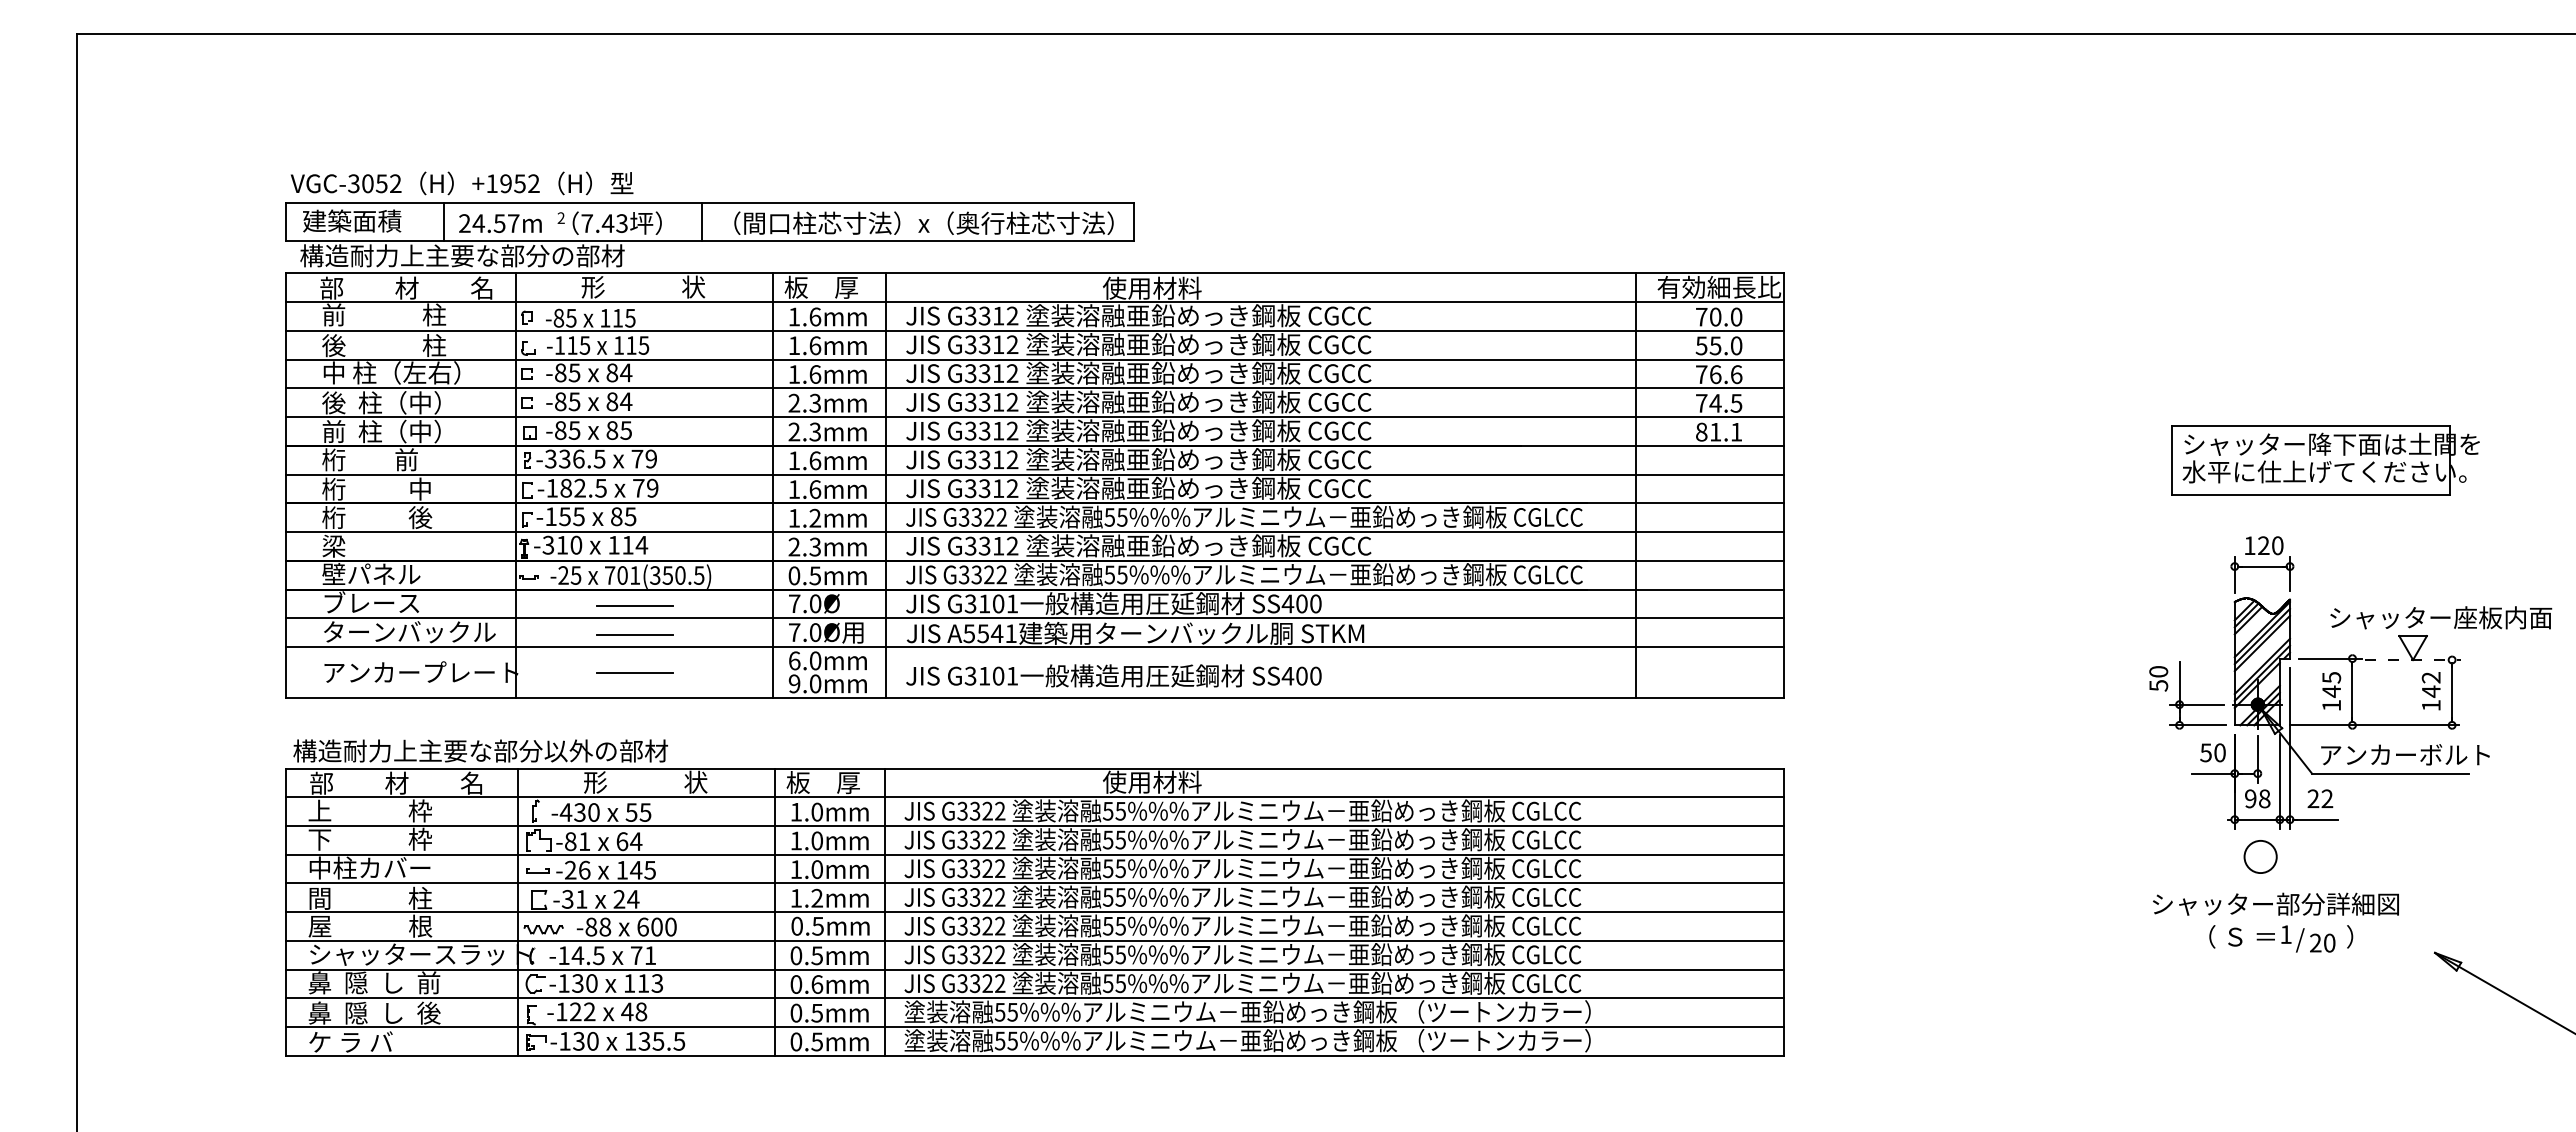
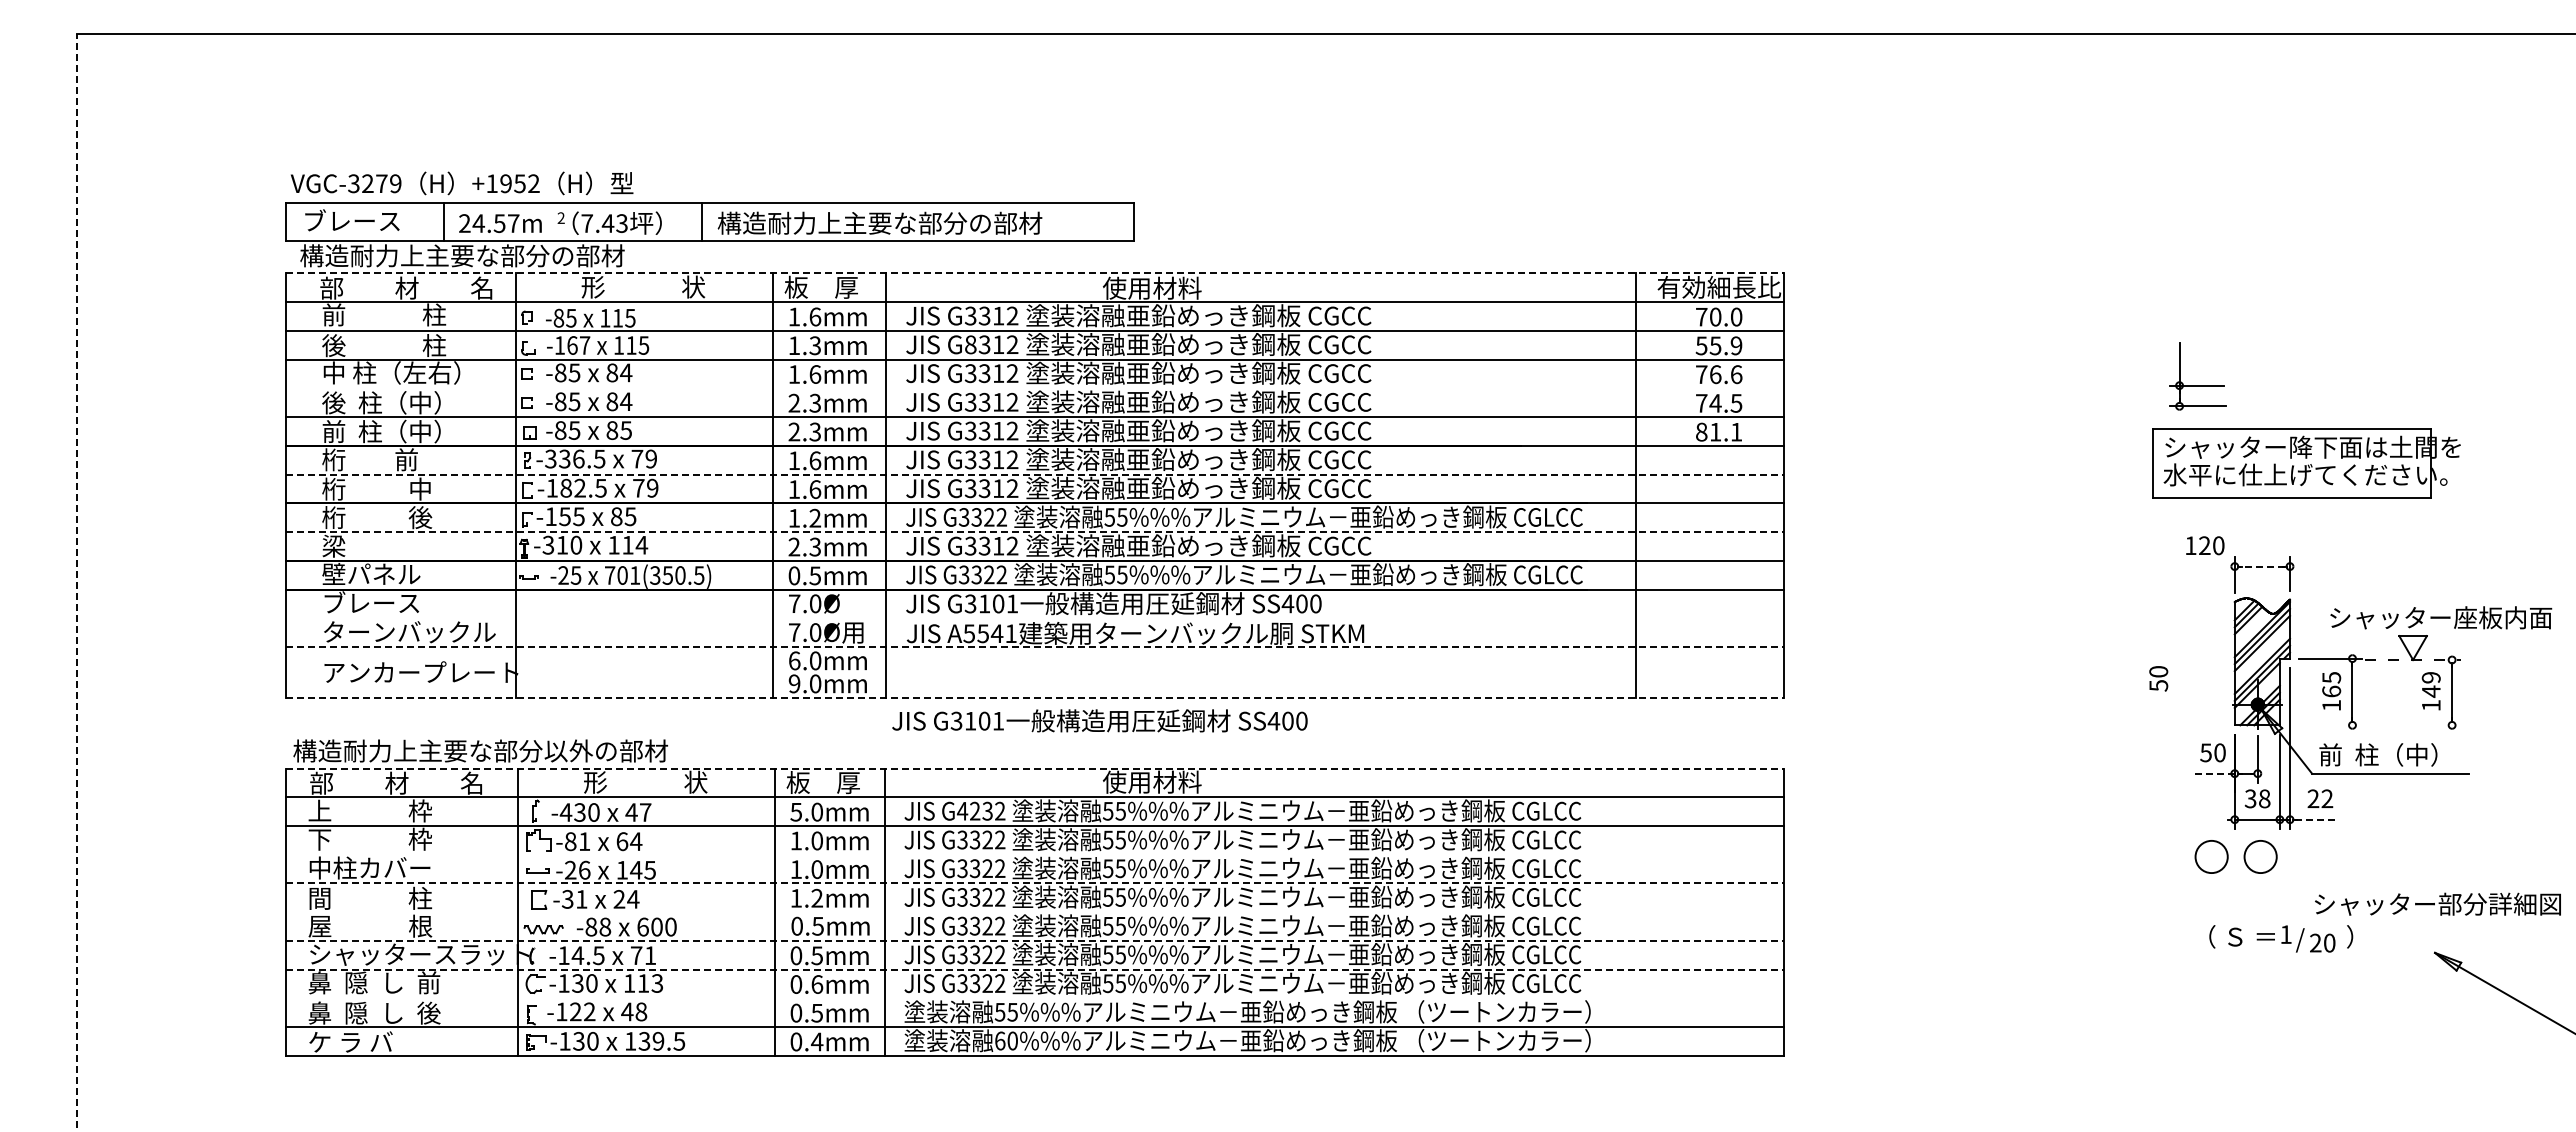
text at (381, 183): VGC-3052 -> VGC-3279
text at (352, 220): 建築面積 -> ブレース
text at (915, 222): （間口柱芯寸法）x（奥行柱芯寸法） -> 構造耐力上主要な部分の部材
line at (1034, 273): solid -> dashed
text at (970, 344): G3312 -> G8312
text at (578, 345): -115 -> -167
text at (815, 345): 1.6mm -> 1.3mm
text at (1736, 345): 55.0 -> 55.9
line at (1034, 388): present -> none
part at (2325, 460) position: (2325, 460) -> (2306, 463)
line at (1034, 474): solid -> dashed
line at (1034, 532): solid -> dashed
text at (2264, 545) position: (2264, 545) -> (2205, 545)
line at (2261, 566): solid -> dashed
line at (77, 582): solid -> dashed
line at (634, 606): present -> none
line at (1034, 618): present -> none
line at (634, 634): present -> none
line at (1034, 647): solid -> dashed
line at (634, 672): present -> none
text at (1113, 675) position: (1113, 675) -> (1099, 720)
text at (2431, 677): 142 -> 149
text at (2331, 691): 145 -> 165
line at (1034, 698): solid -> dashed
part at (2197, 704) position: (2197, 704) -> (2197, 385)
line at (2374, 725): present -> none
text at (2404, 754): アンカーボルト -> 前  柱（中）
line at (1034, 768): solid -> dashed
line at (2212, 773): solid -> dashed
text at (2250, 798): 98 -> 38
text at (974, 810): G3322 -> G4232
text at (638, 812): 55 -> 47
text at (795, 812): 1.0mm -> 5.0mm
line at (2316, 819): solid -> dashed
line at (1034, 854): present -> none
circle at (2211, 856): none -> present
line at (1034, 883): solid -> dashed
text at (2275, 903) position: (2275, 903) -> (2437, 903)
line at (1034, 912): present -> none
line at (1034, 940): solid -> dashed
line at (1034, 969): solid -> dashed
line at (1034, 998): present -> none
text at (1005, 1040): 55%%% -> 60%%%
text at (658, 1041): 135.5 -> 139.5
text at (816, 1041): 0.5mm -> 0.4mm
